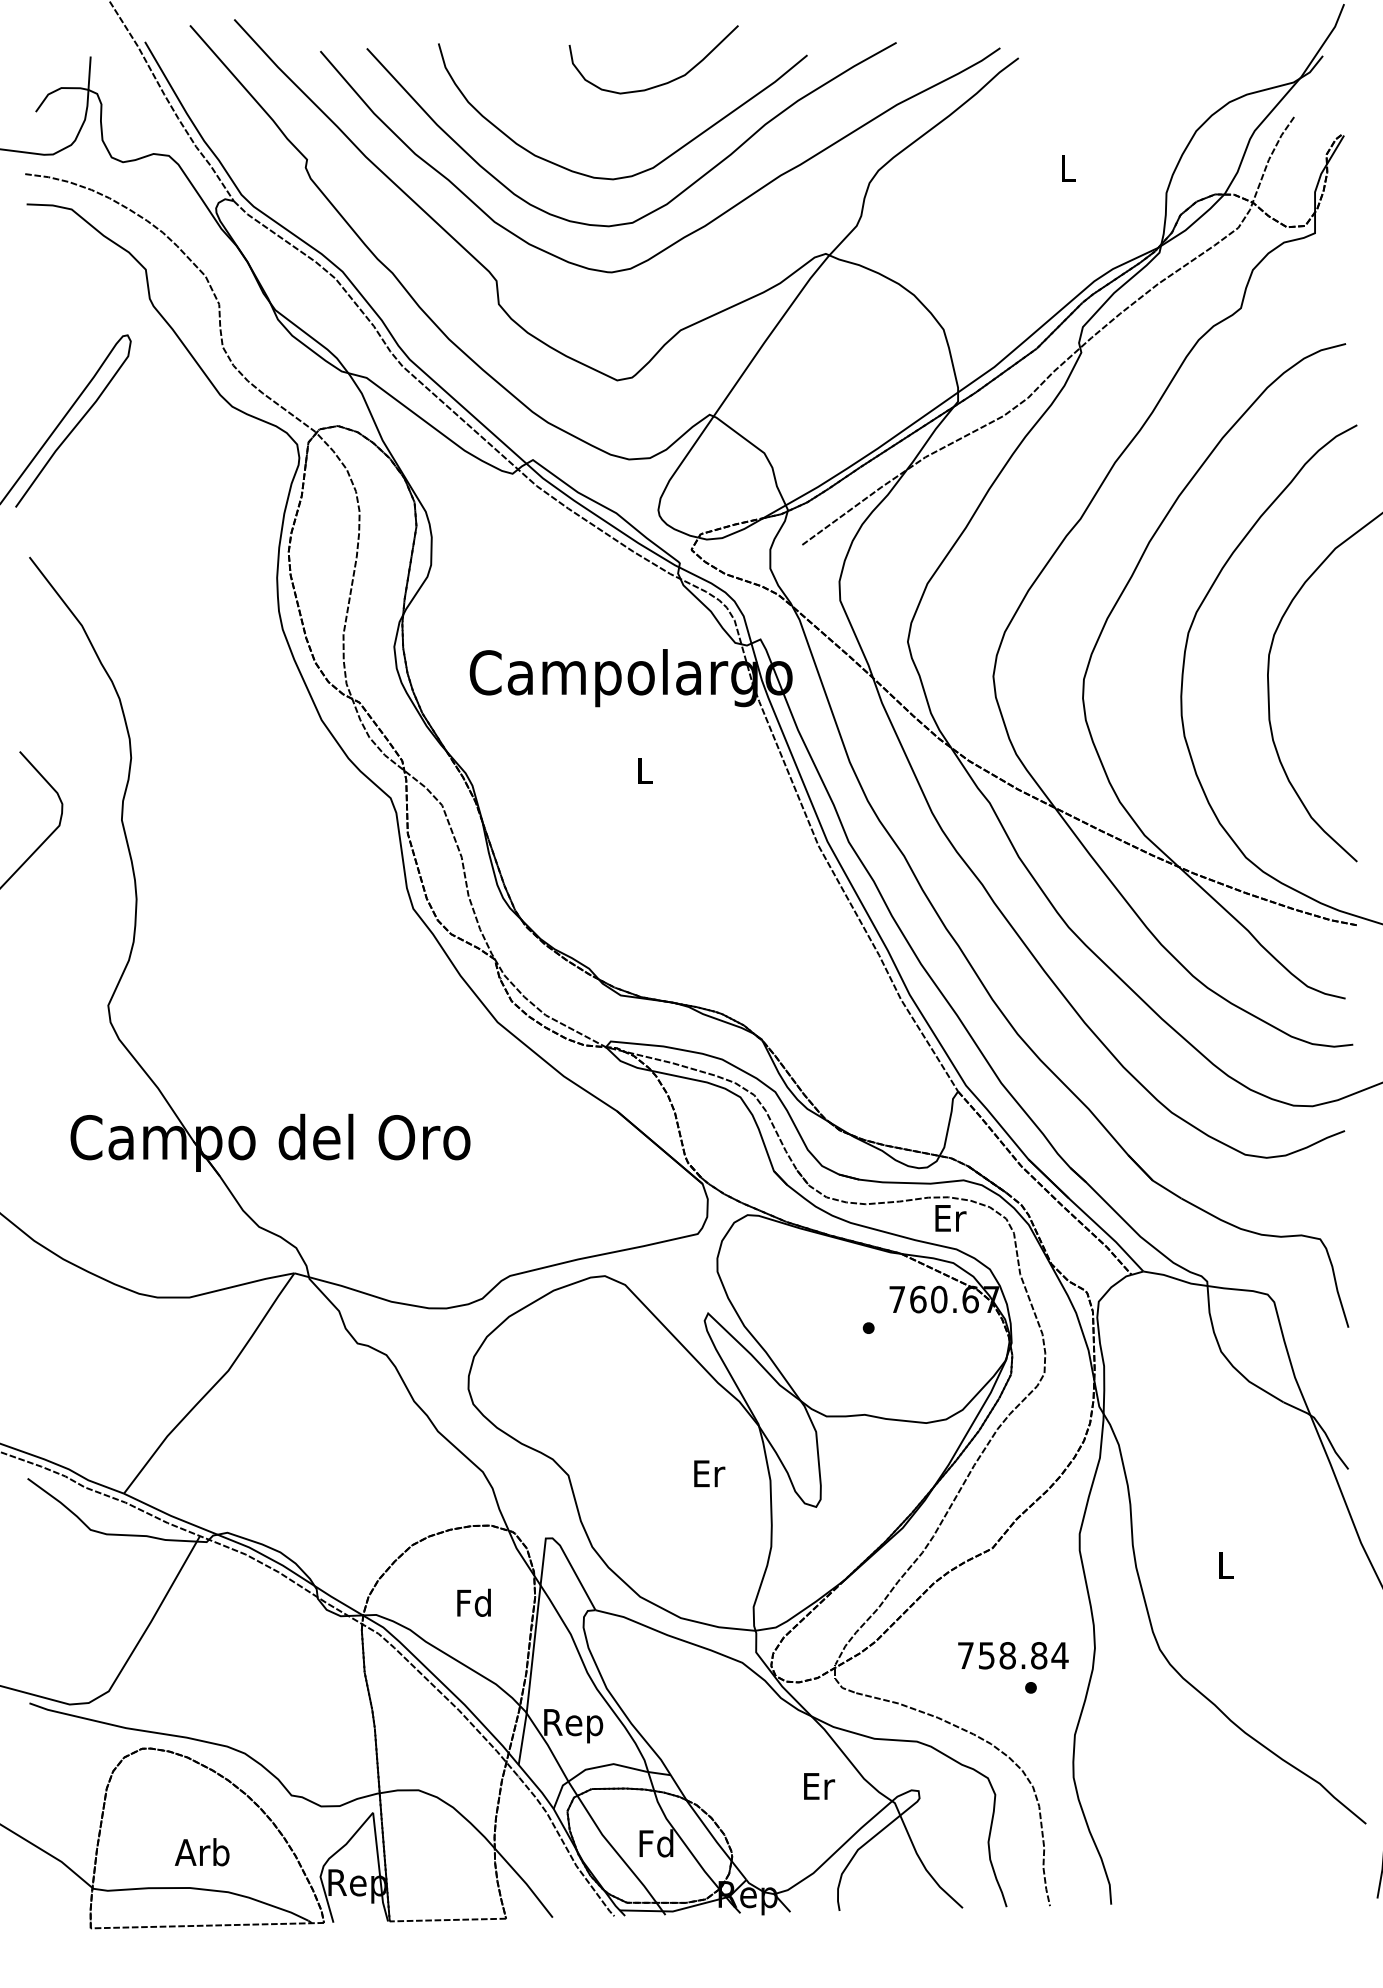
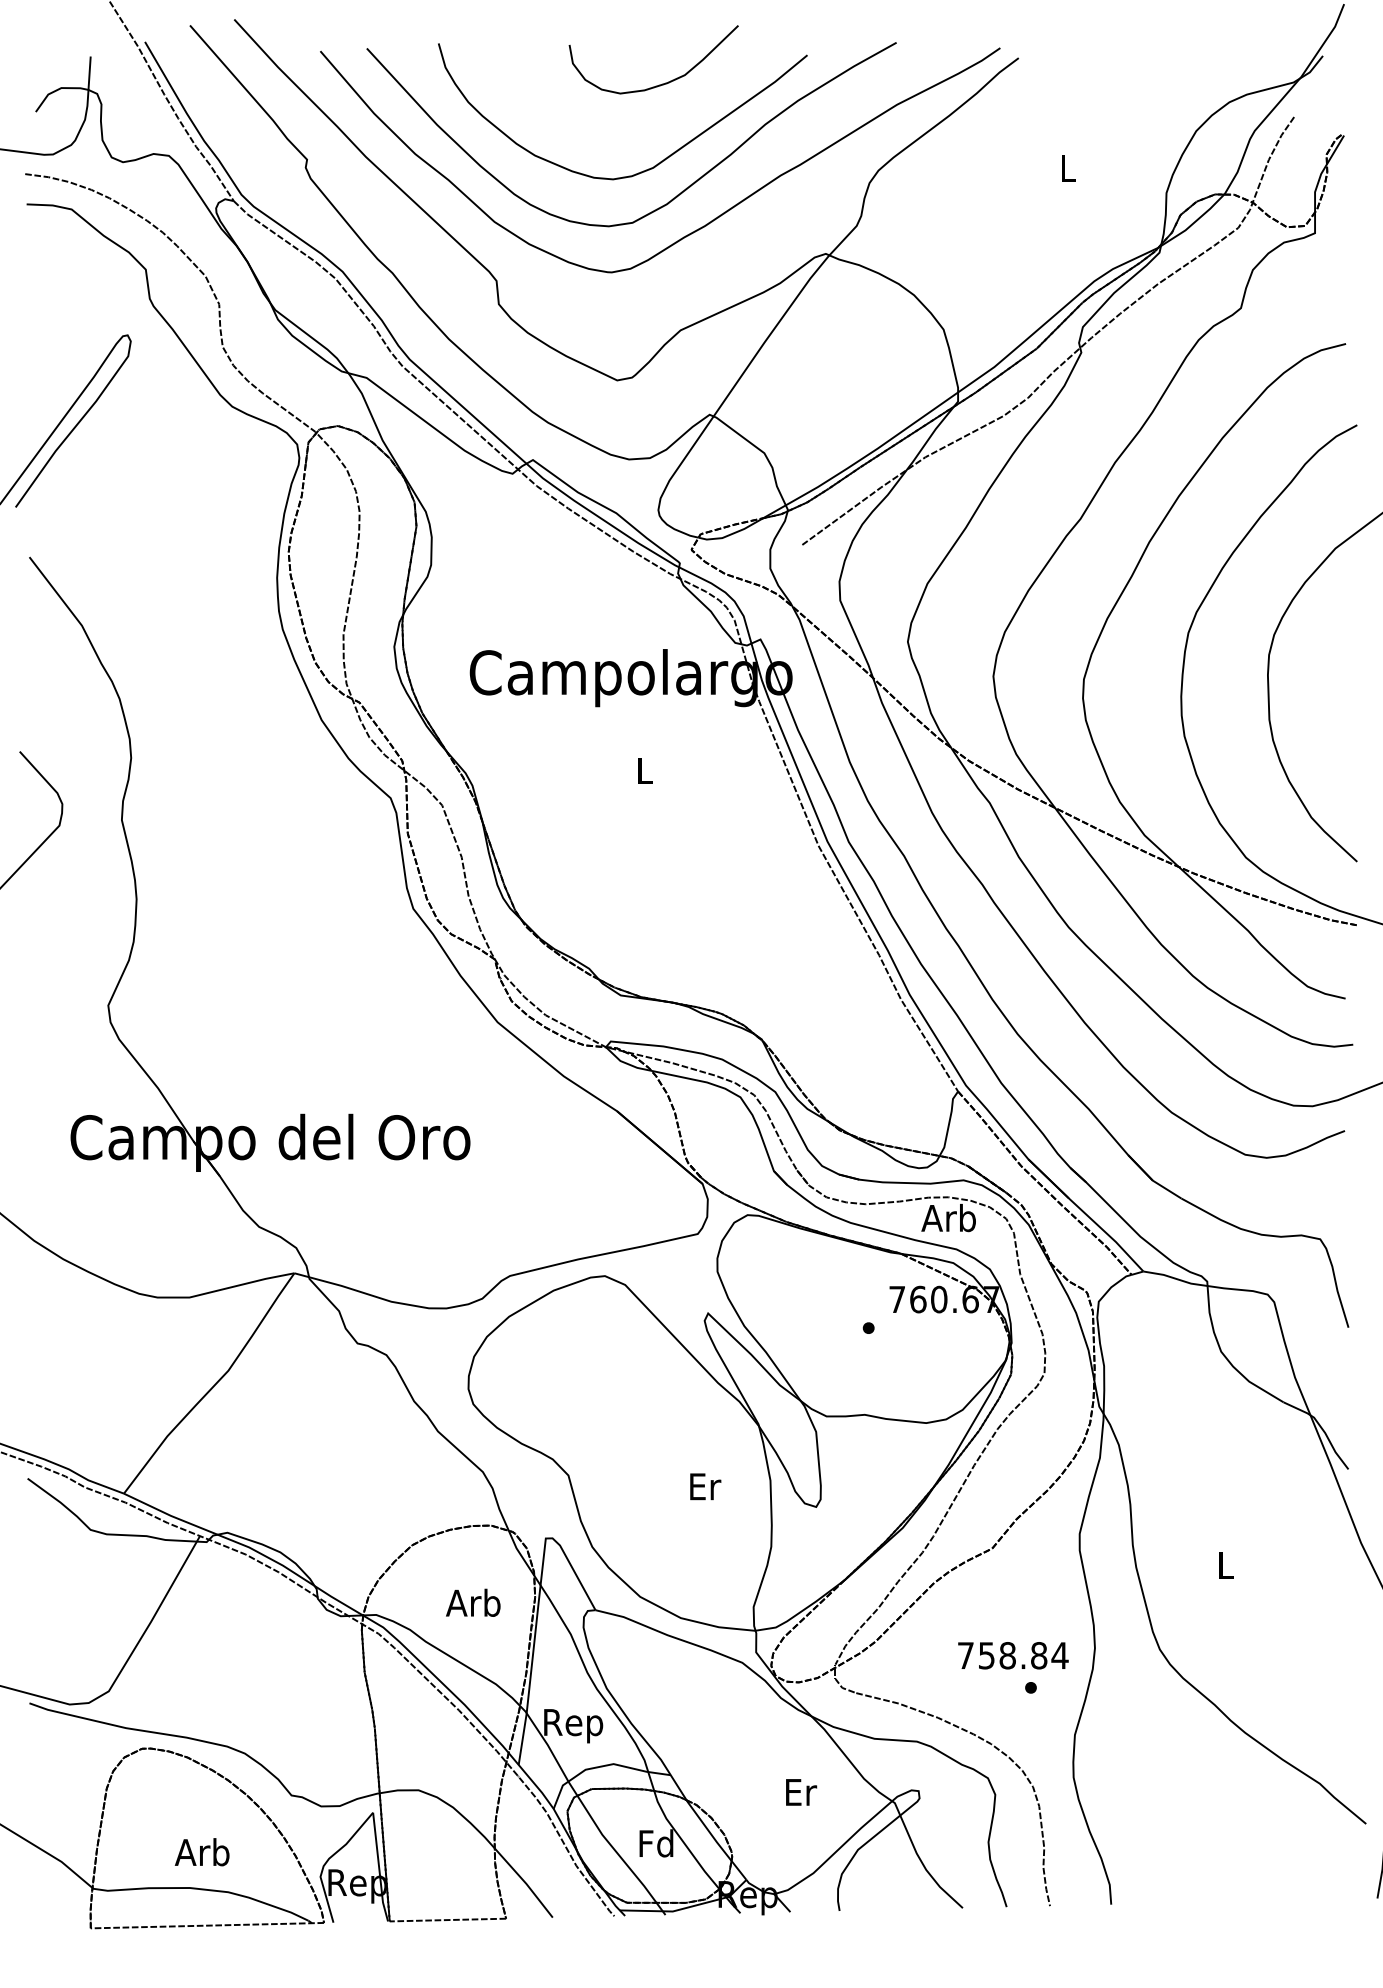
text at (948, 1217): Er -> Arb
text at (709, 1473) position: (709, 1473) -> (705, 1486)
text at (473, 1602): Fd -> Arb
text at (819, 1786) position: (819, 1786) -> (801, 1792)
